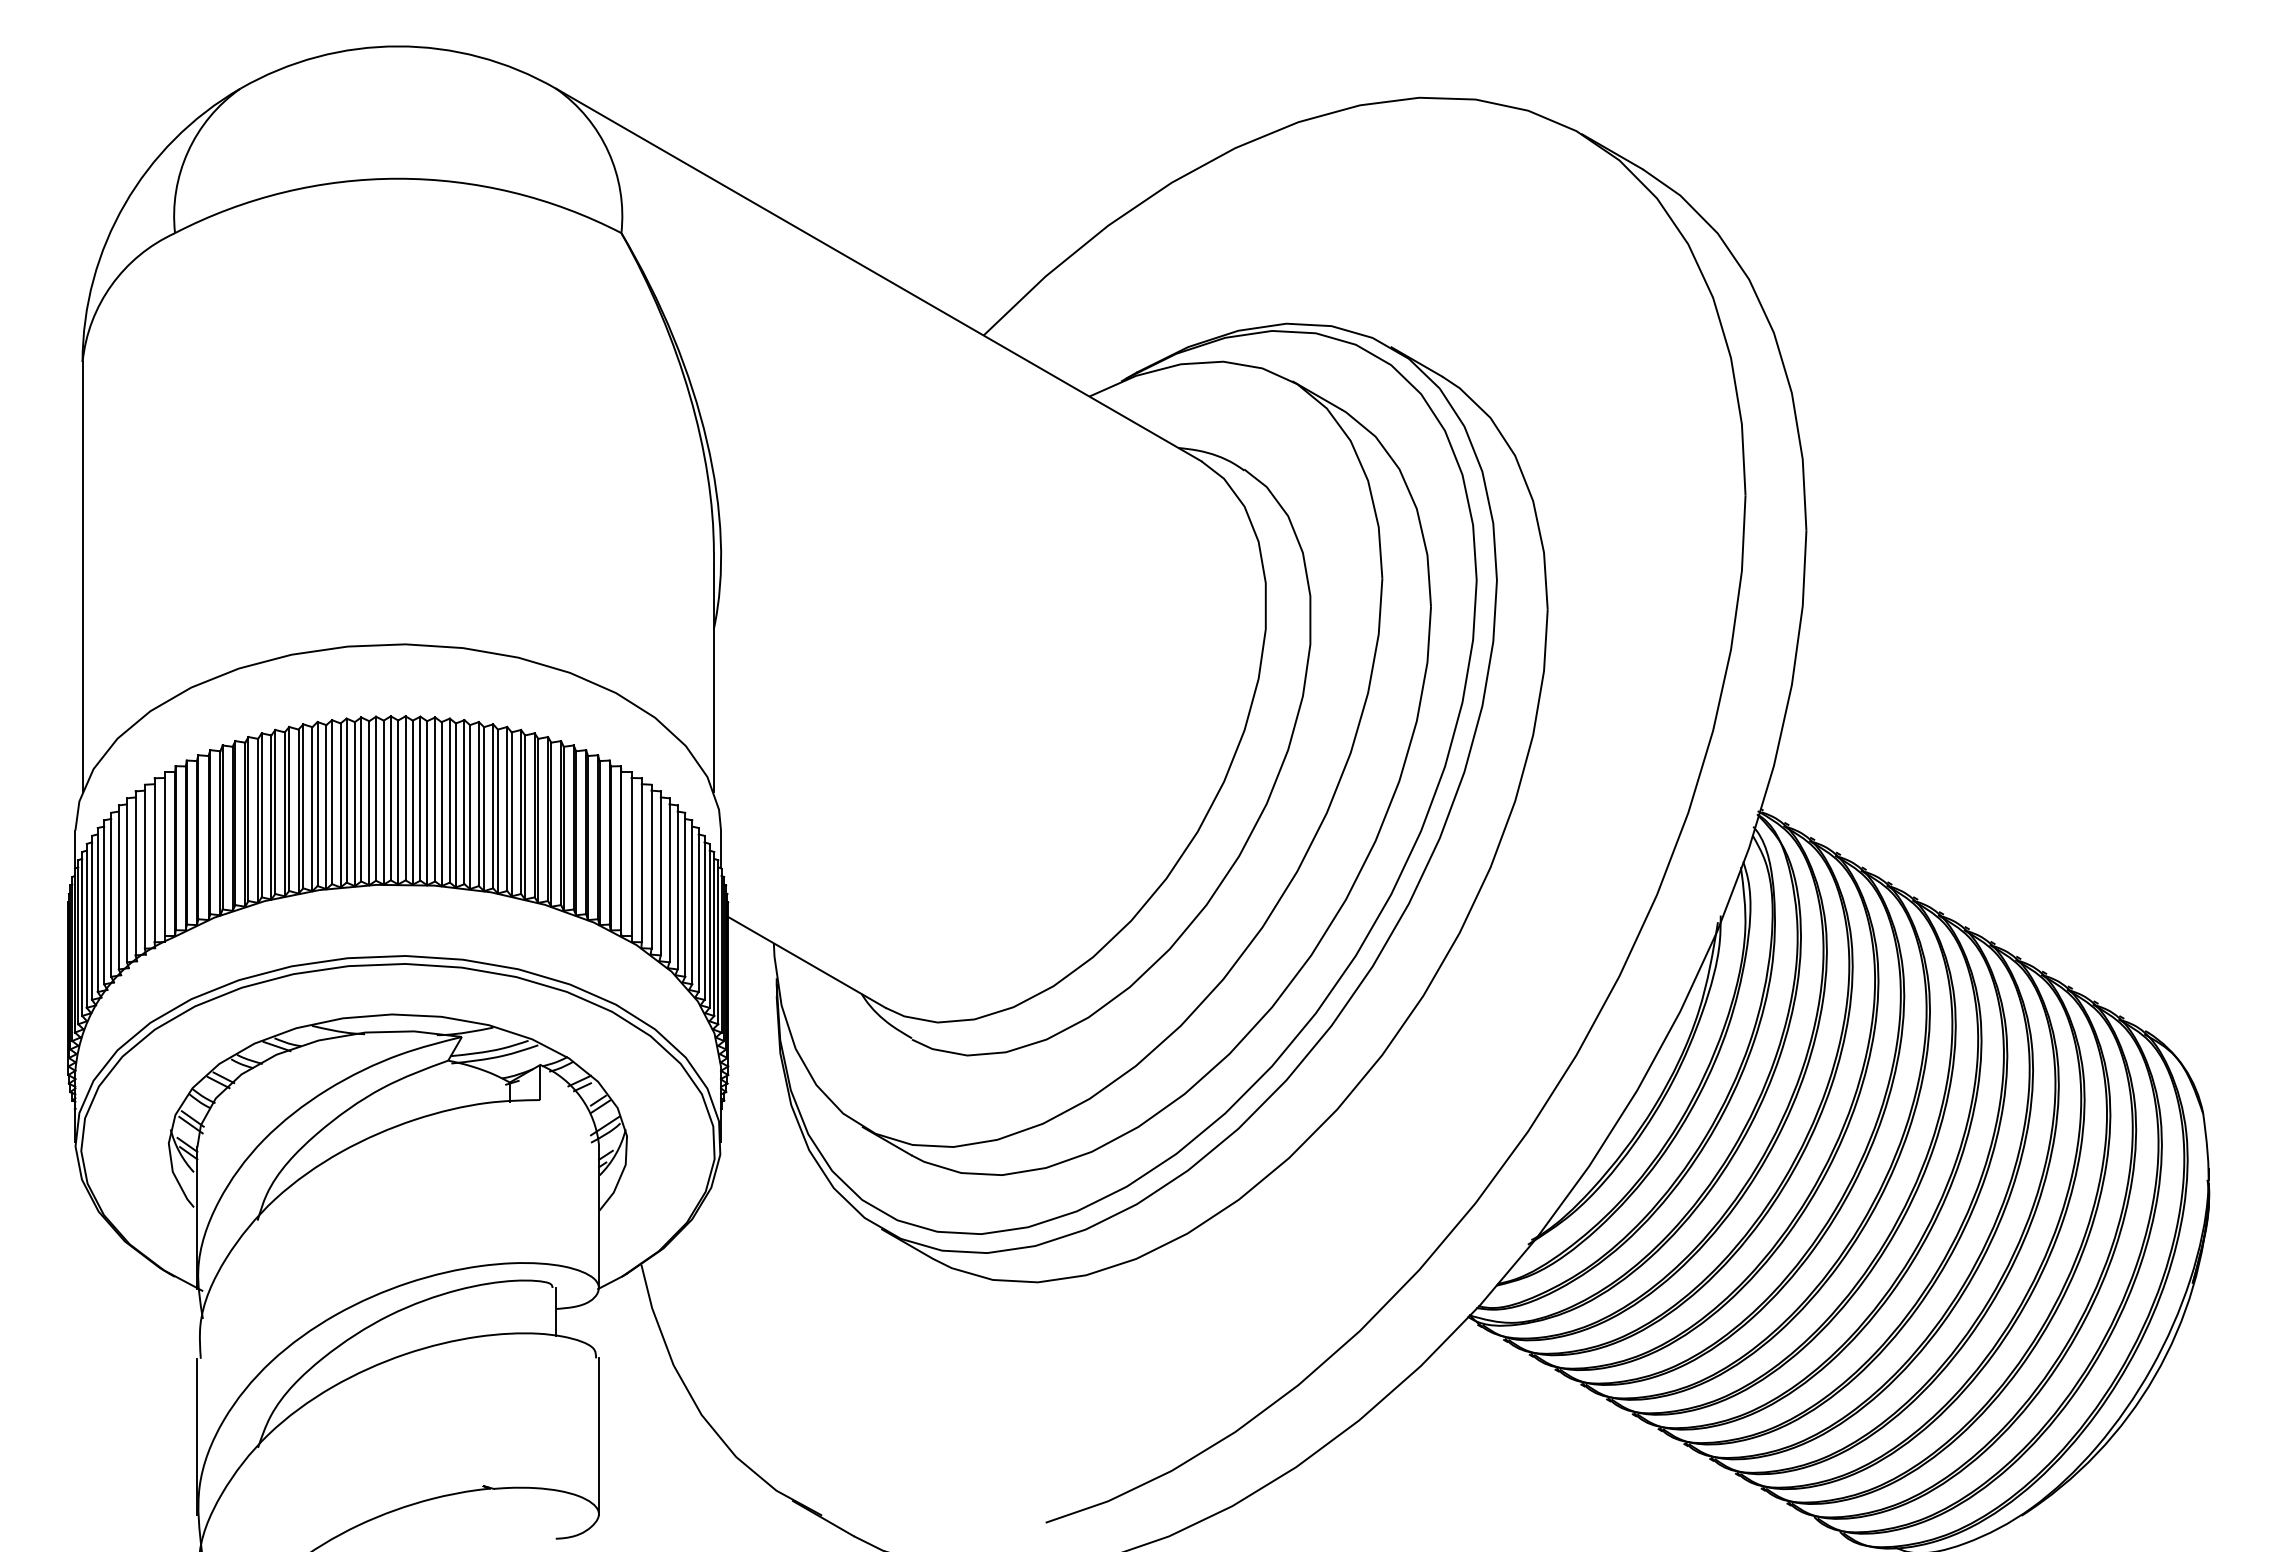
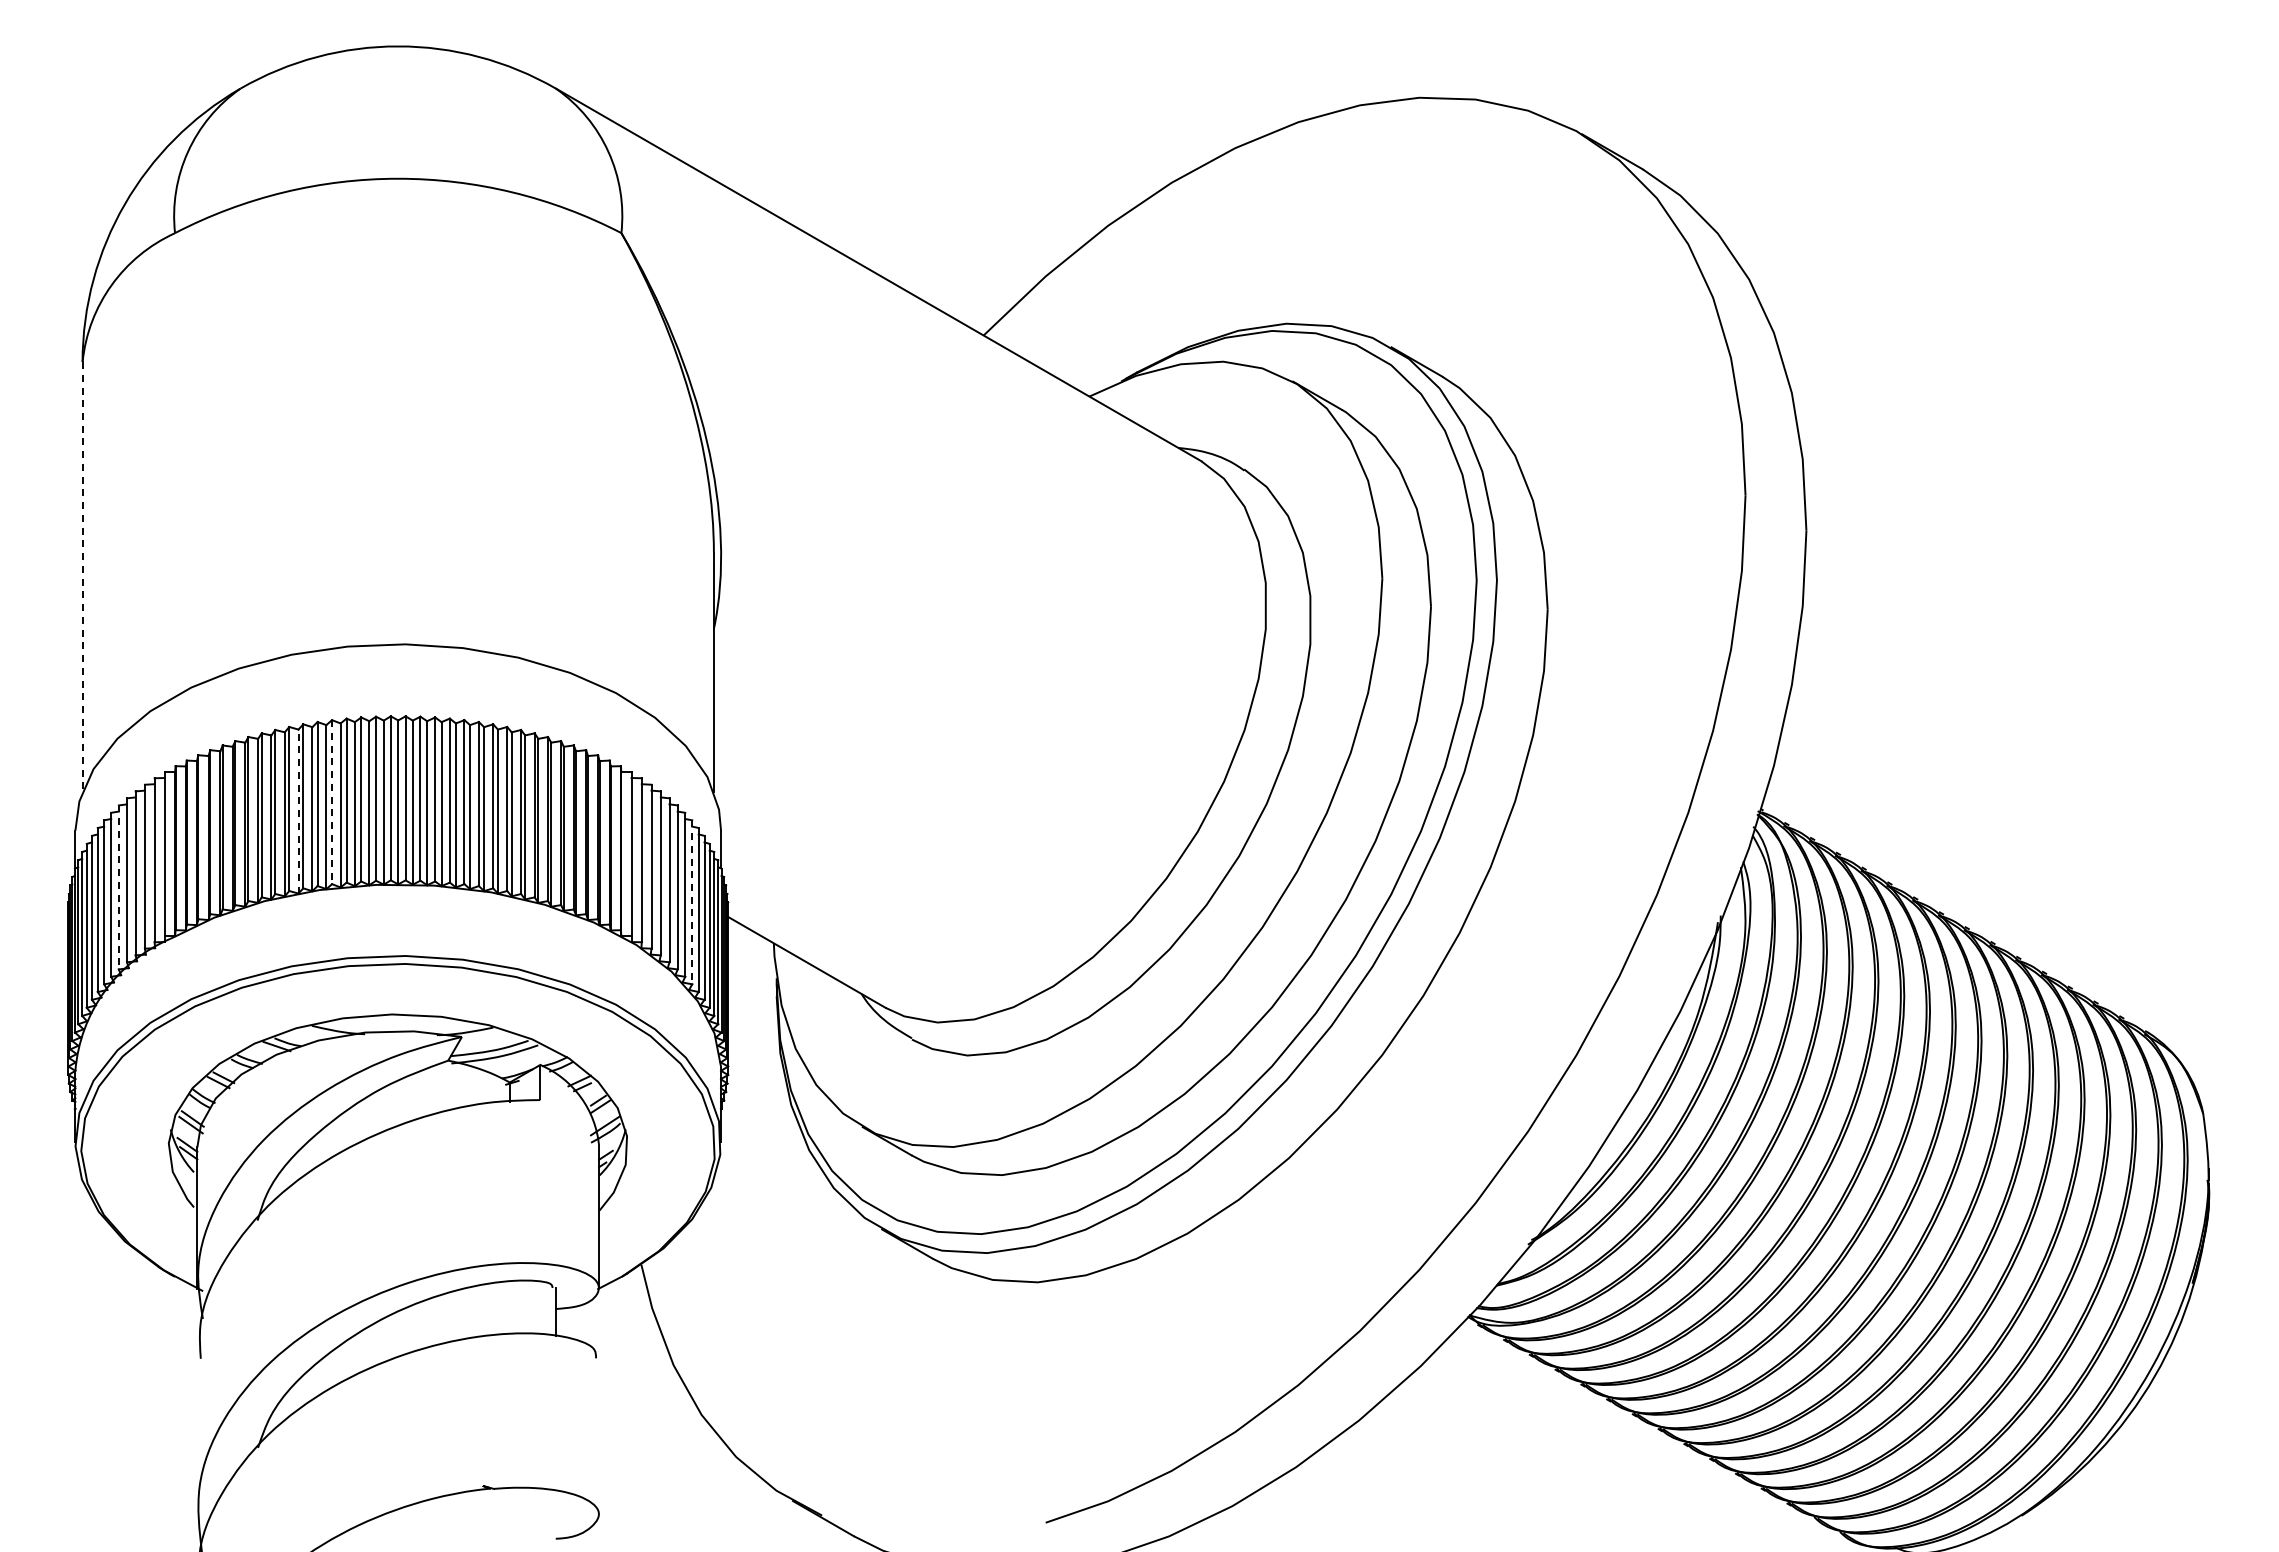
line at (82, 576): solid -> dashed
line at (332, 802): solid -> dashed
line at (298, 811): solid -> dashed
line at (118, 887): solid -> dashed
line at (692, 902): solid -> dashed
line at (197, 1436): present -> none
line at (599, 1436): present -> none
